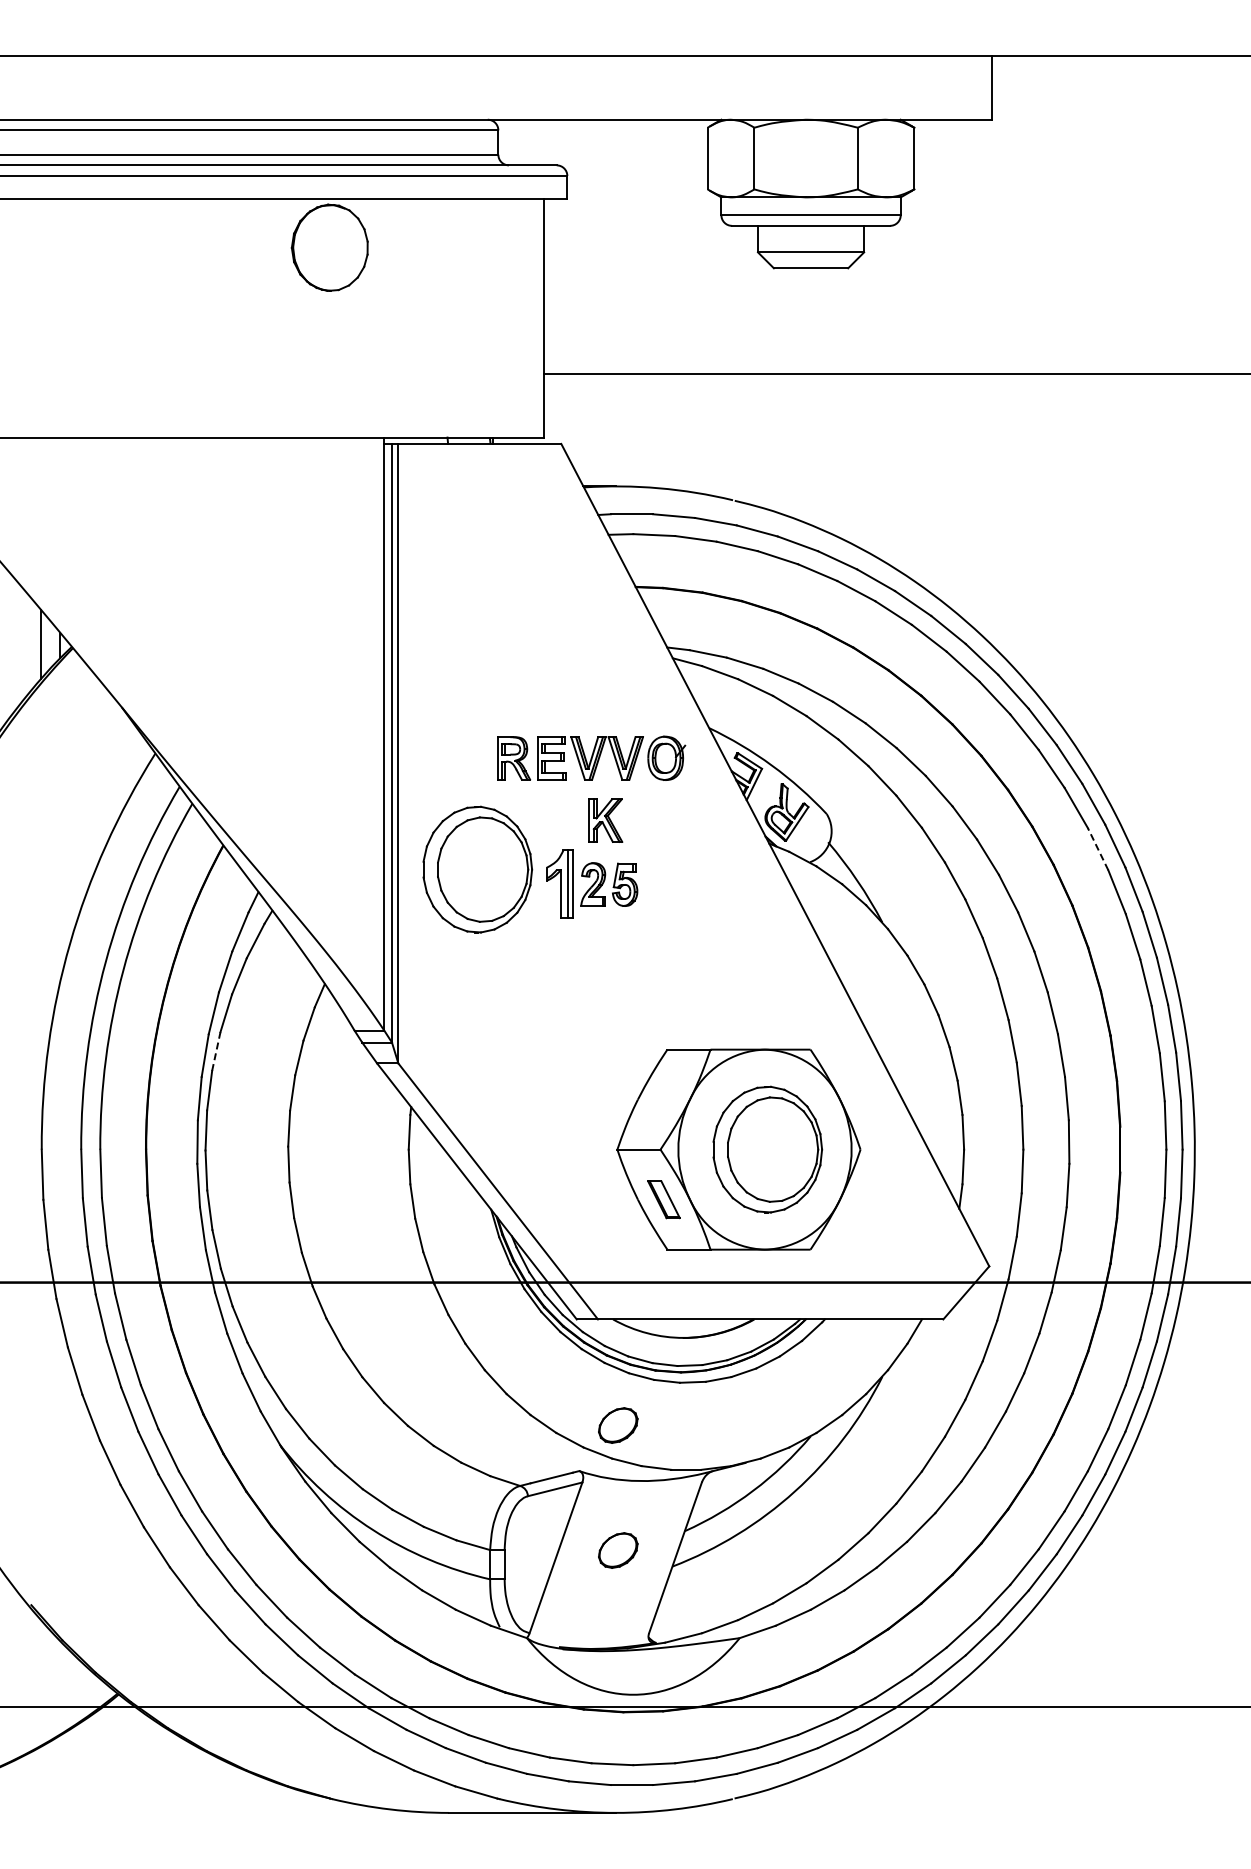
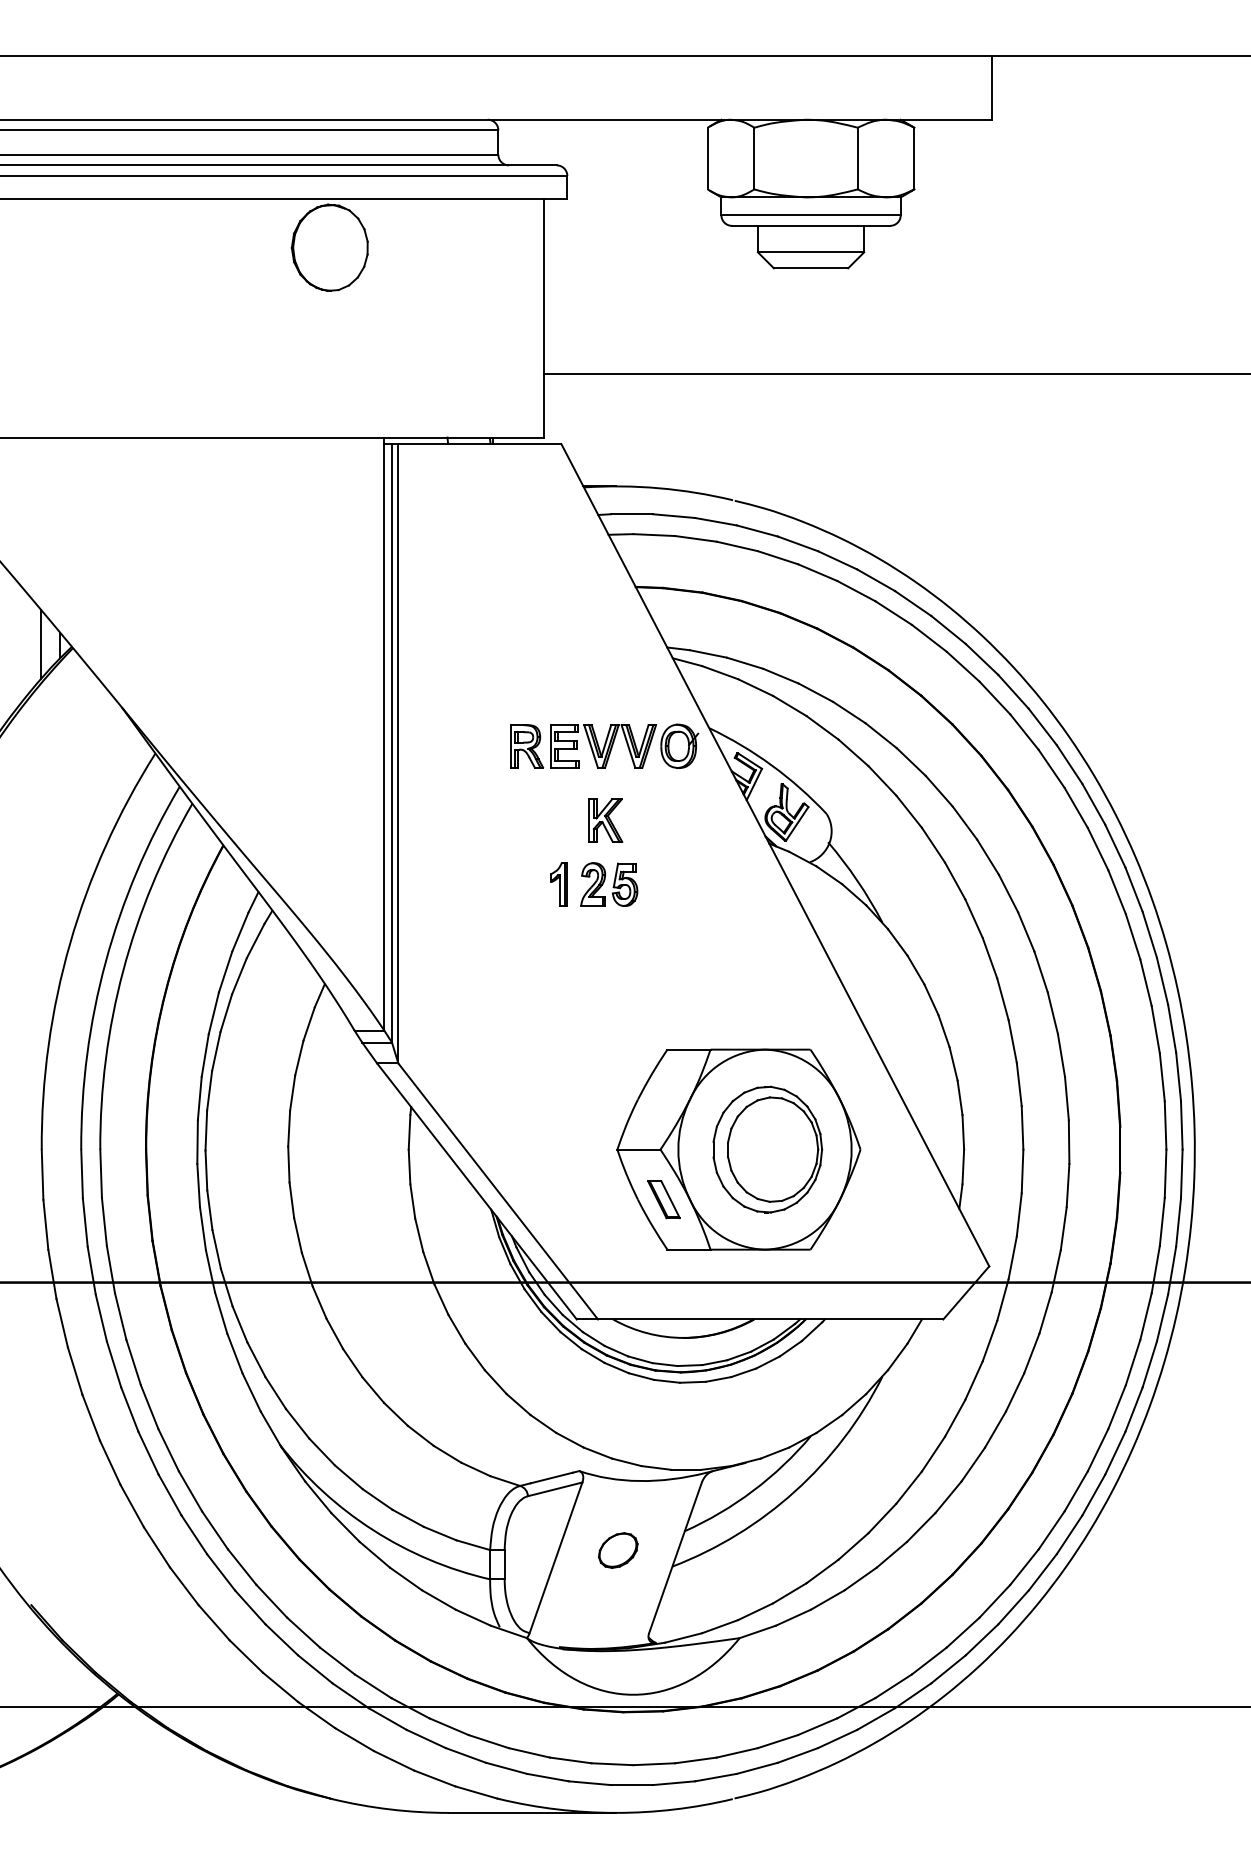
part at (591, 757) position: (591, 757) -> (604, 745)
line at (1097, 848): dashed -> solid
part at (477, 869): present -> none
part at (559, 883) size: 28x70 px -> 18x45 px
line at (216, 1051): dashed -> solid
part at (618, 1425): present -> none
